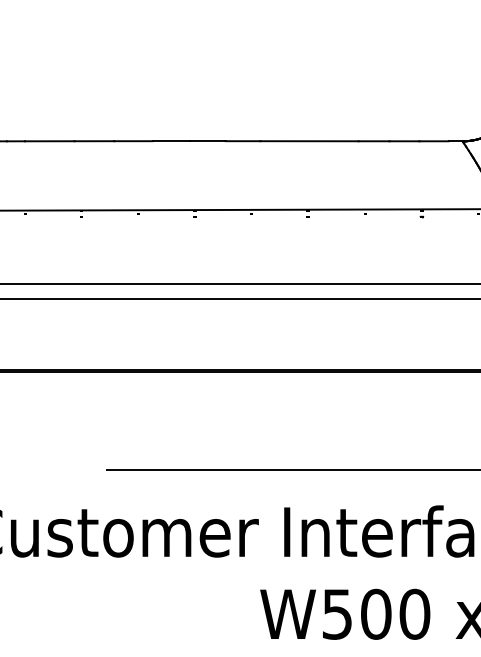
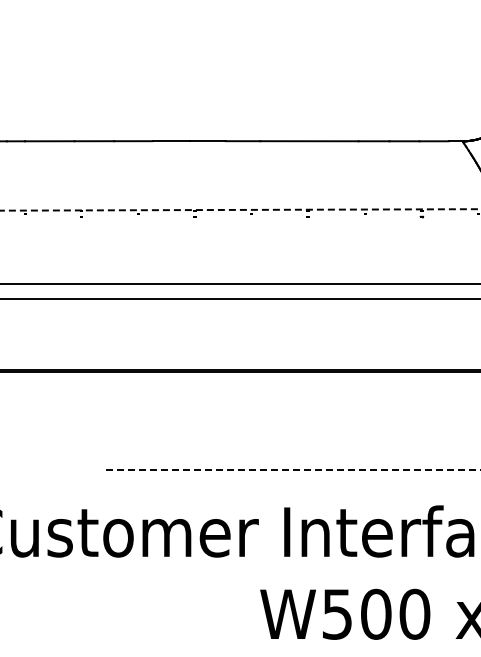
line at (240, 209): solid -> dashed
line at (293, 469): solid -> dashed
